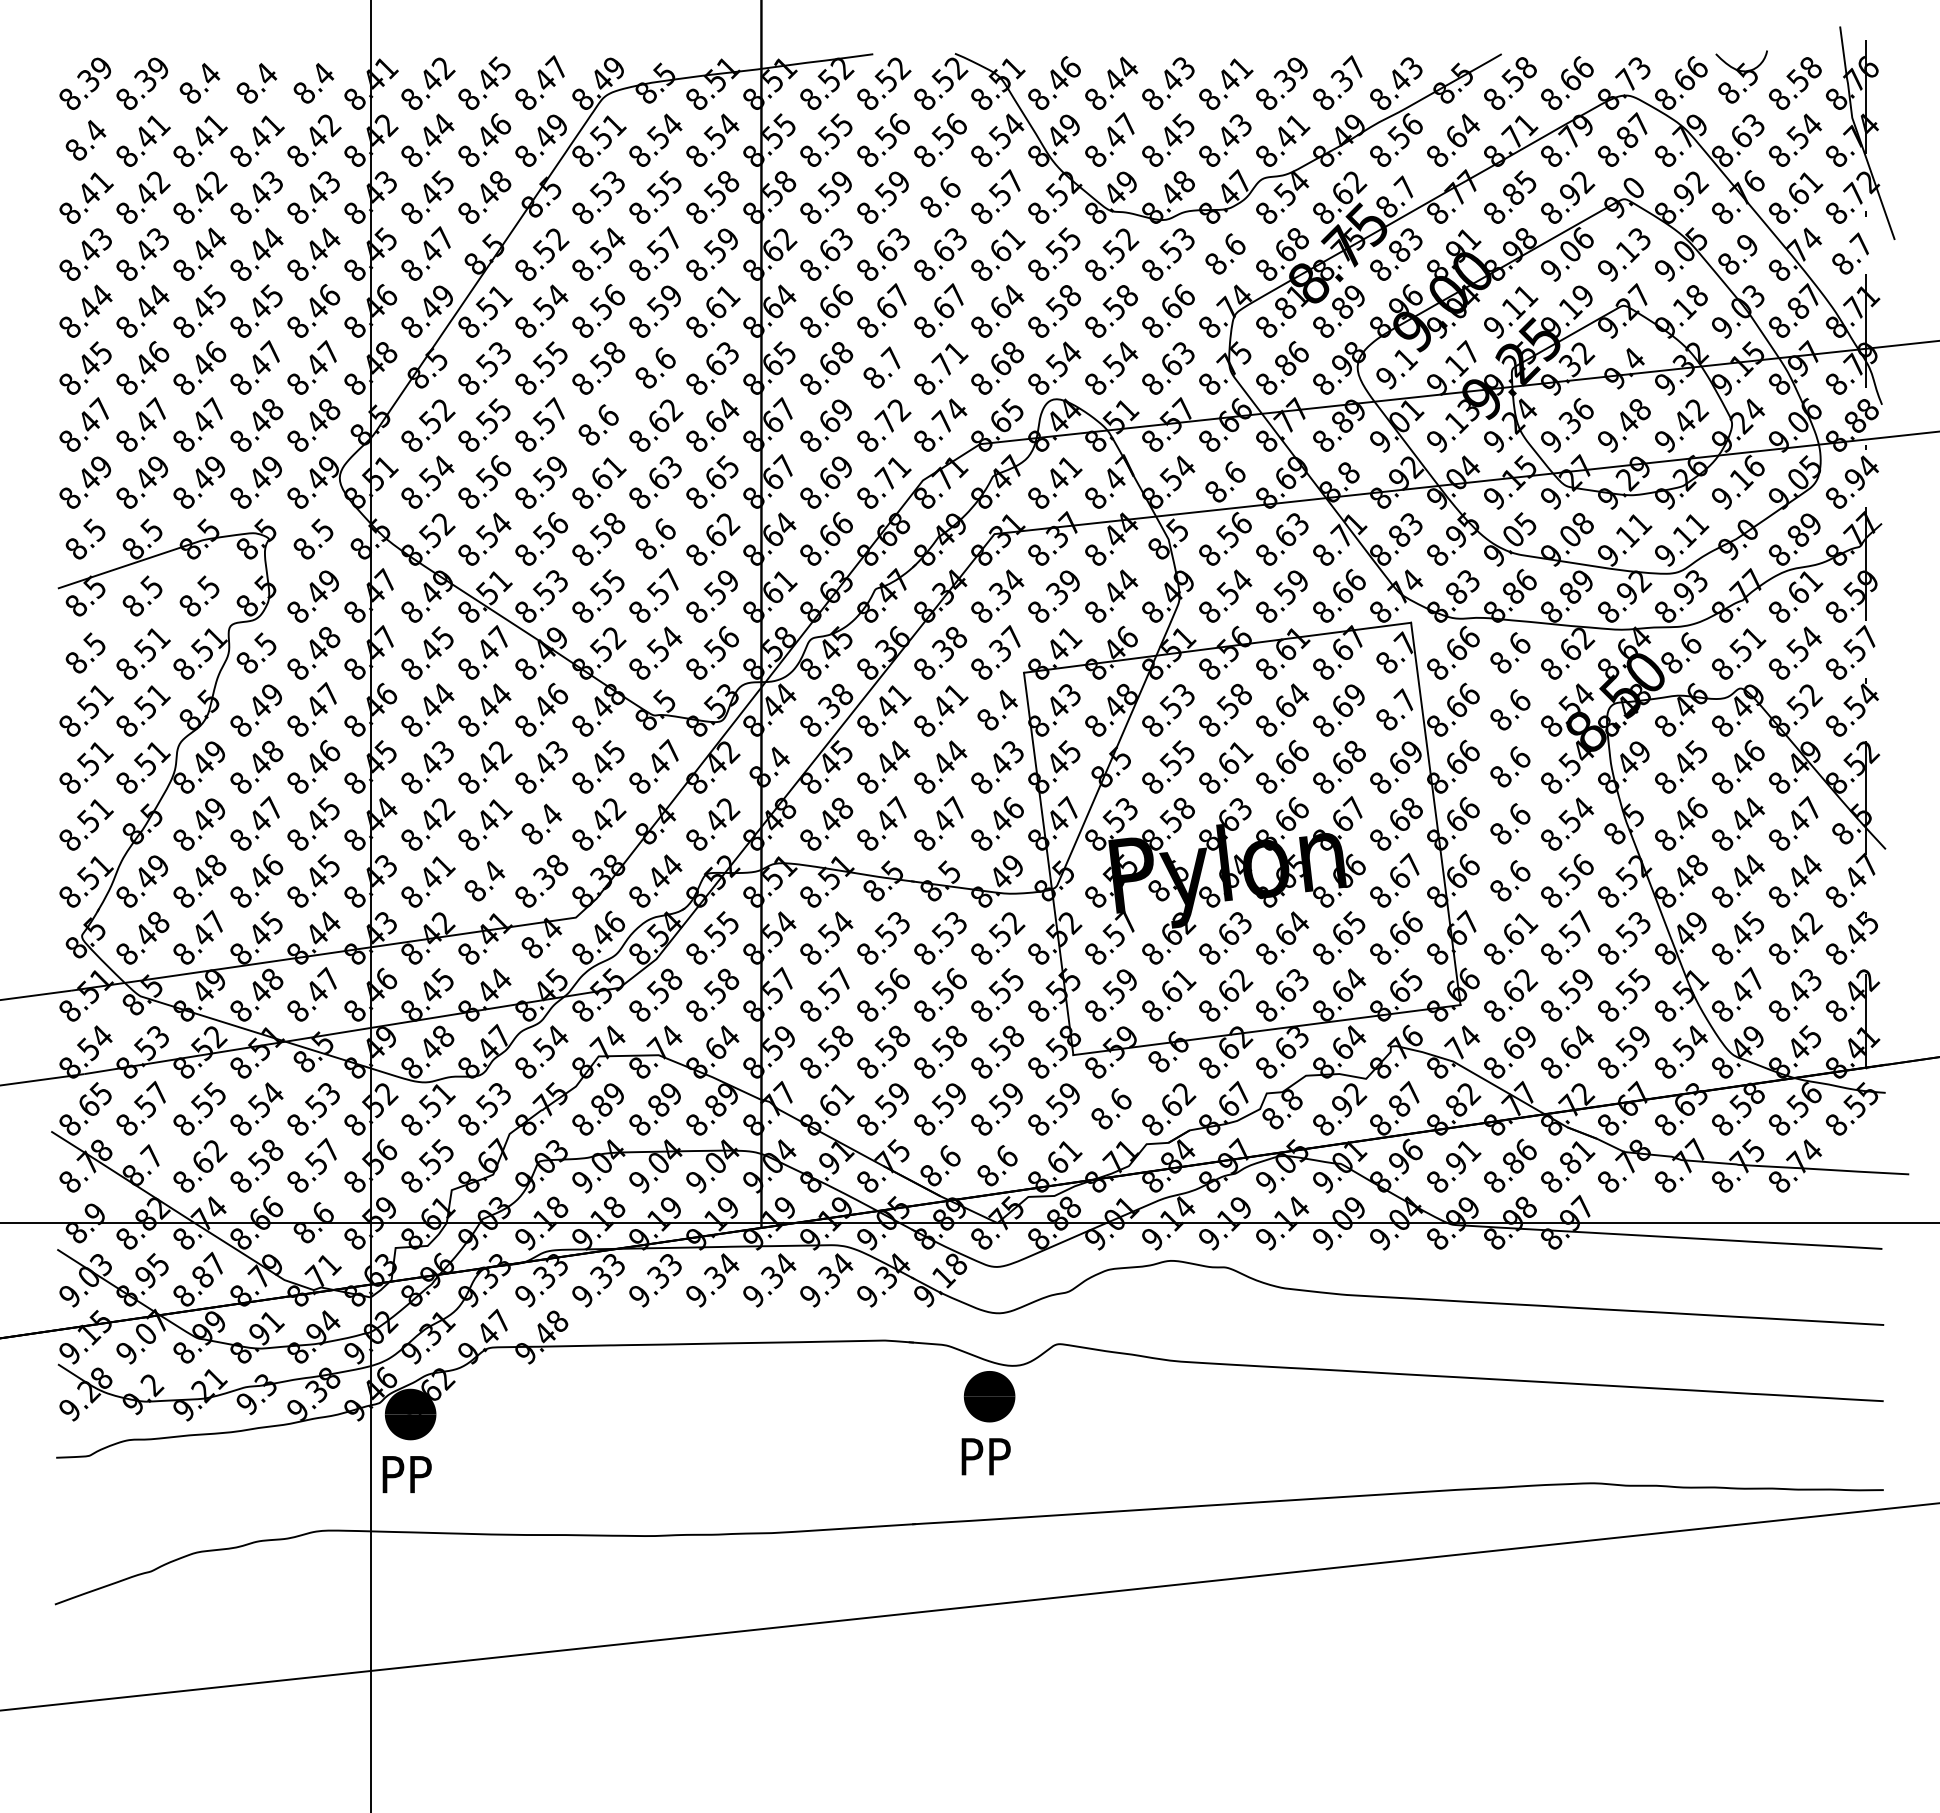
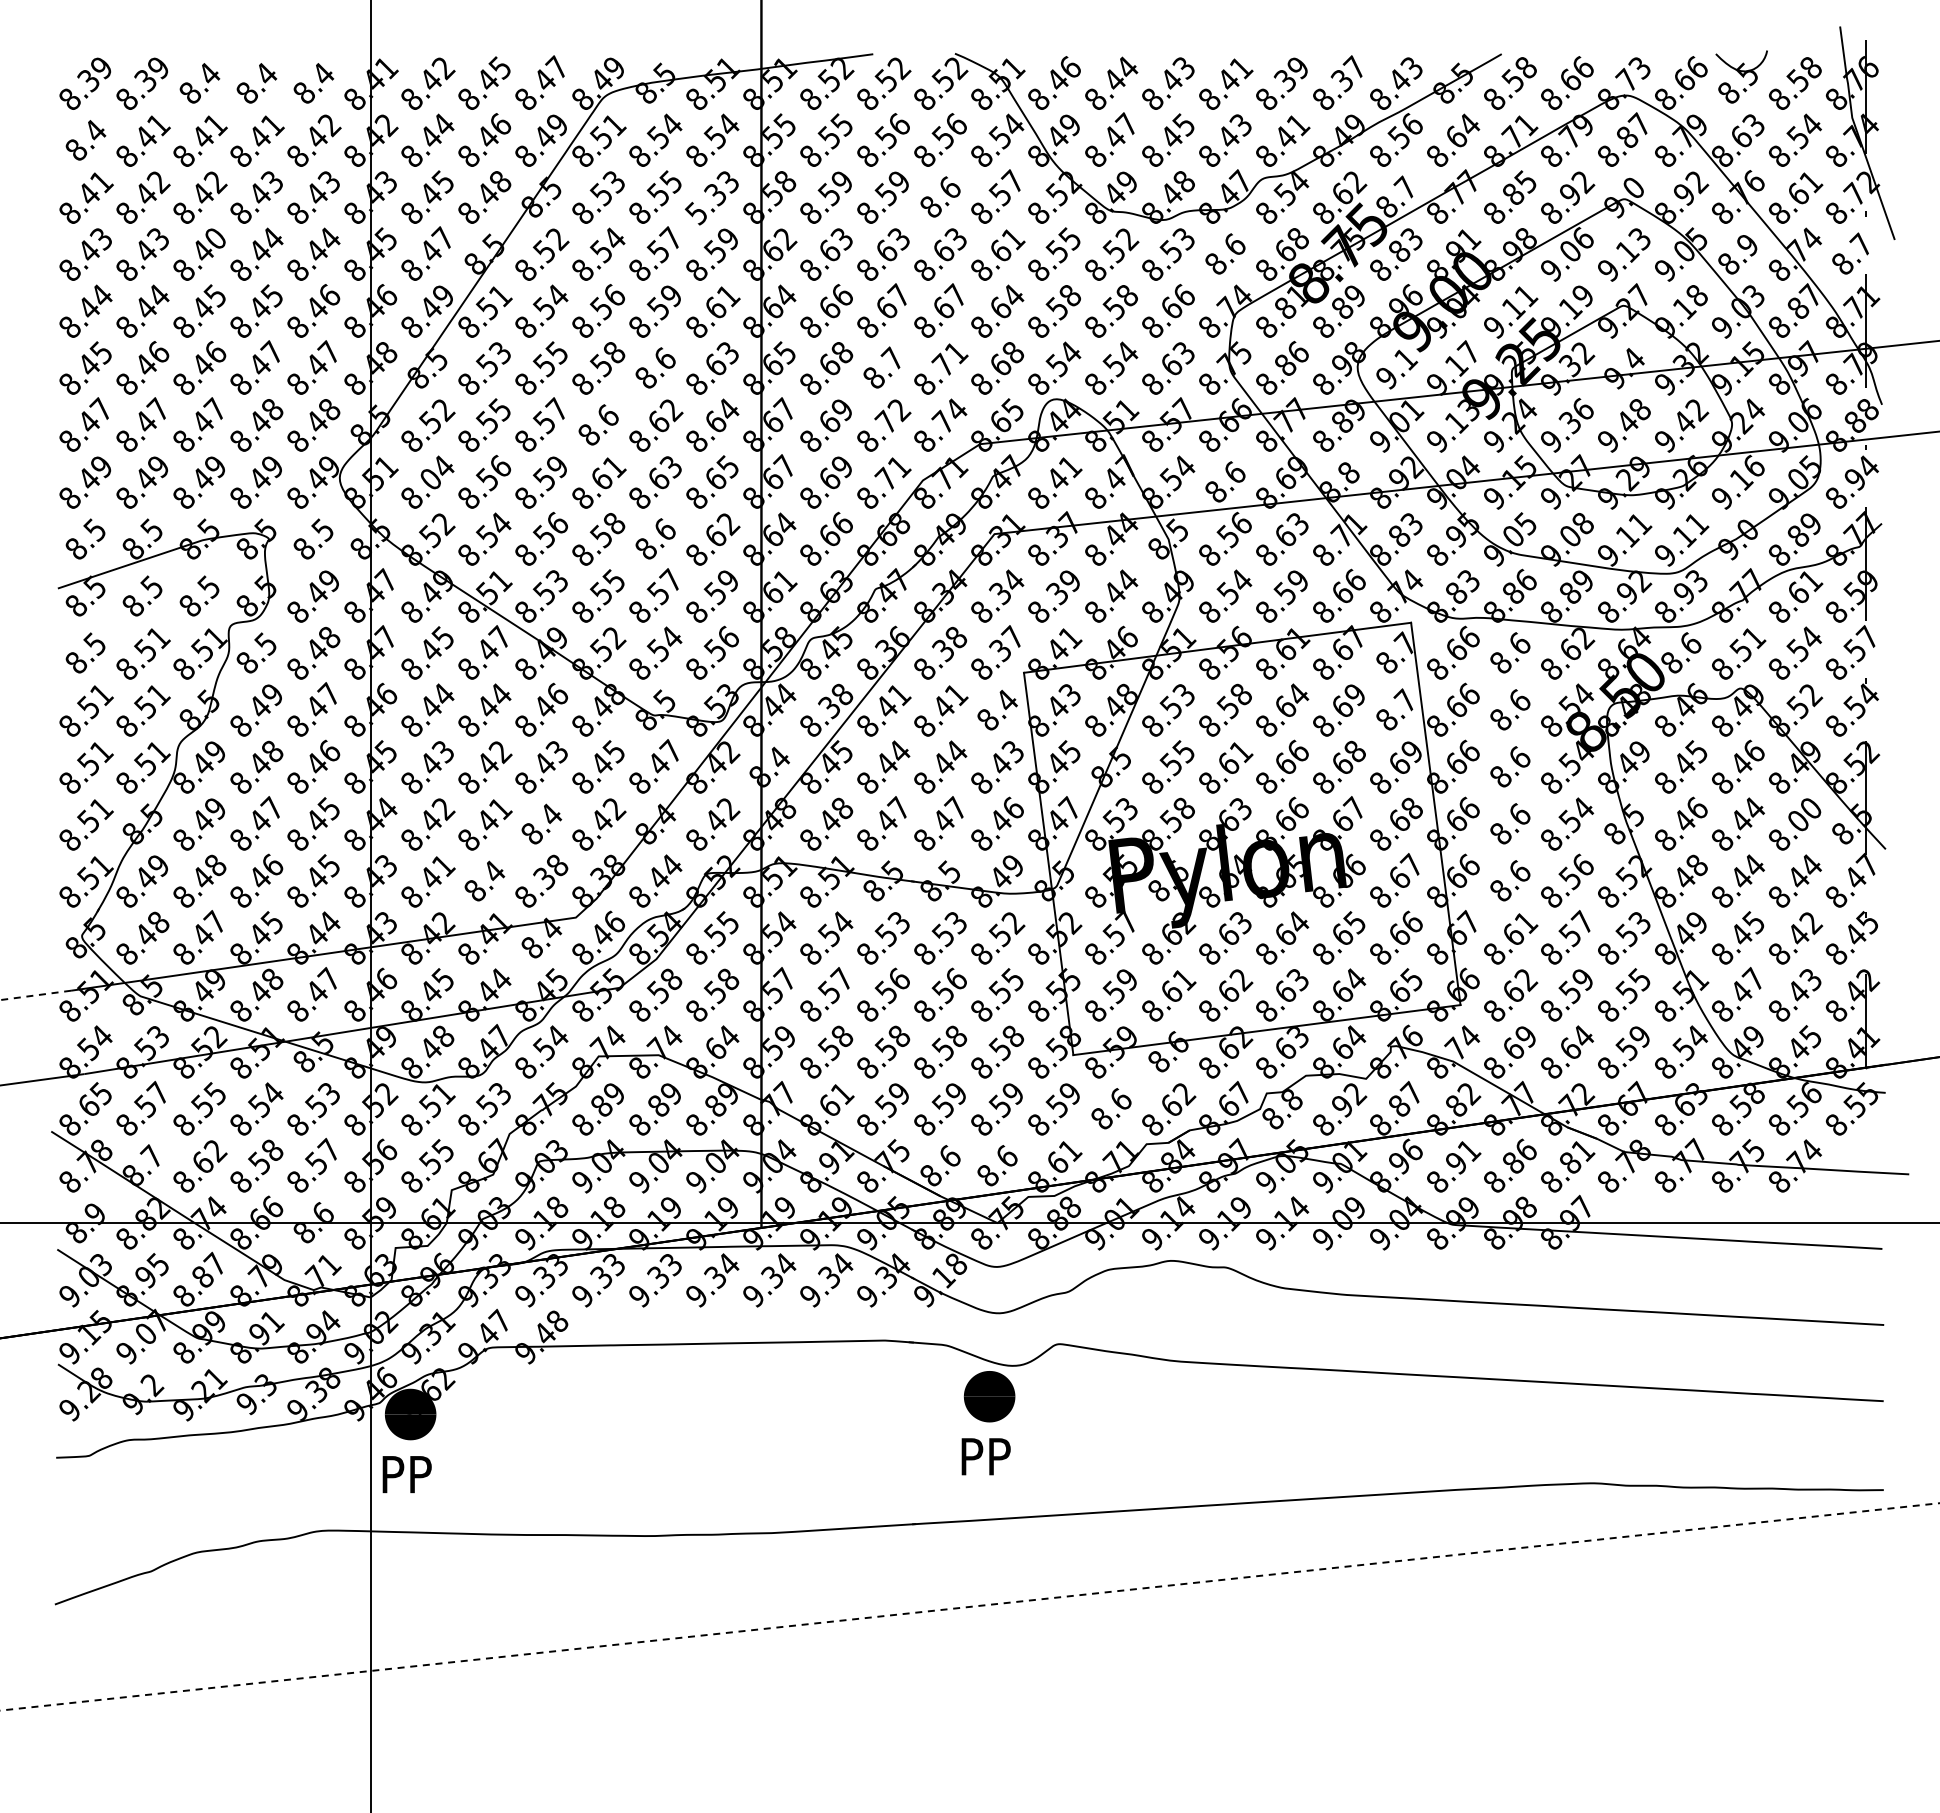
text at (711, 198): 8.58 -> 5.33
text at (215, 237): 8.44 -> 8.40
text at (429, 479): 8.54 -> 8.04
text at (1804, 813): 8.47 -> 8.00
line at (35, 995): solid -> dashed
line at (969, 1606): solid -> dashed
